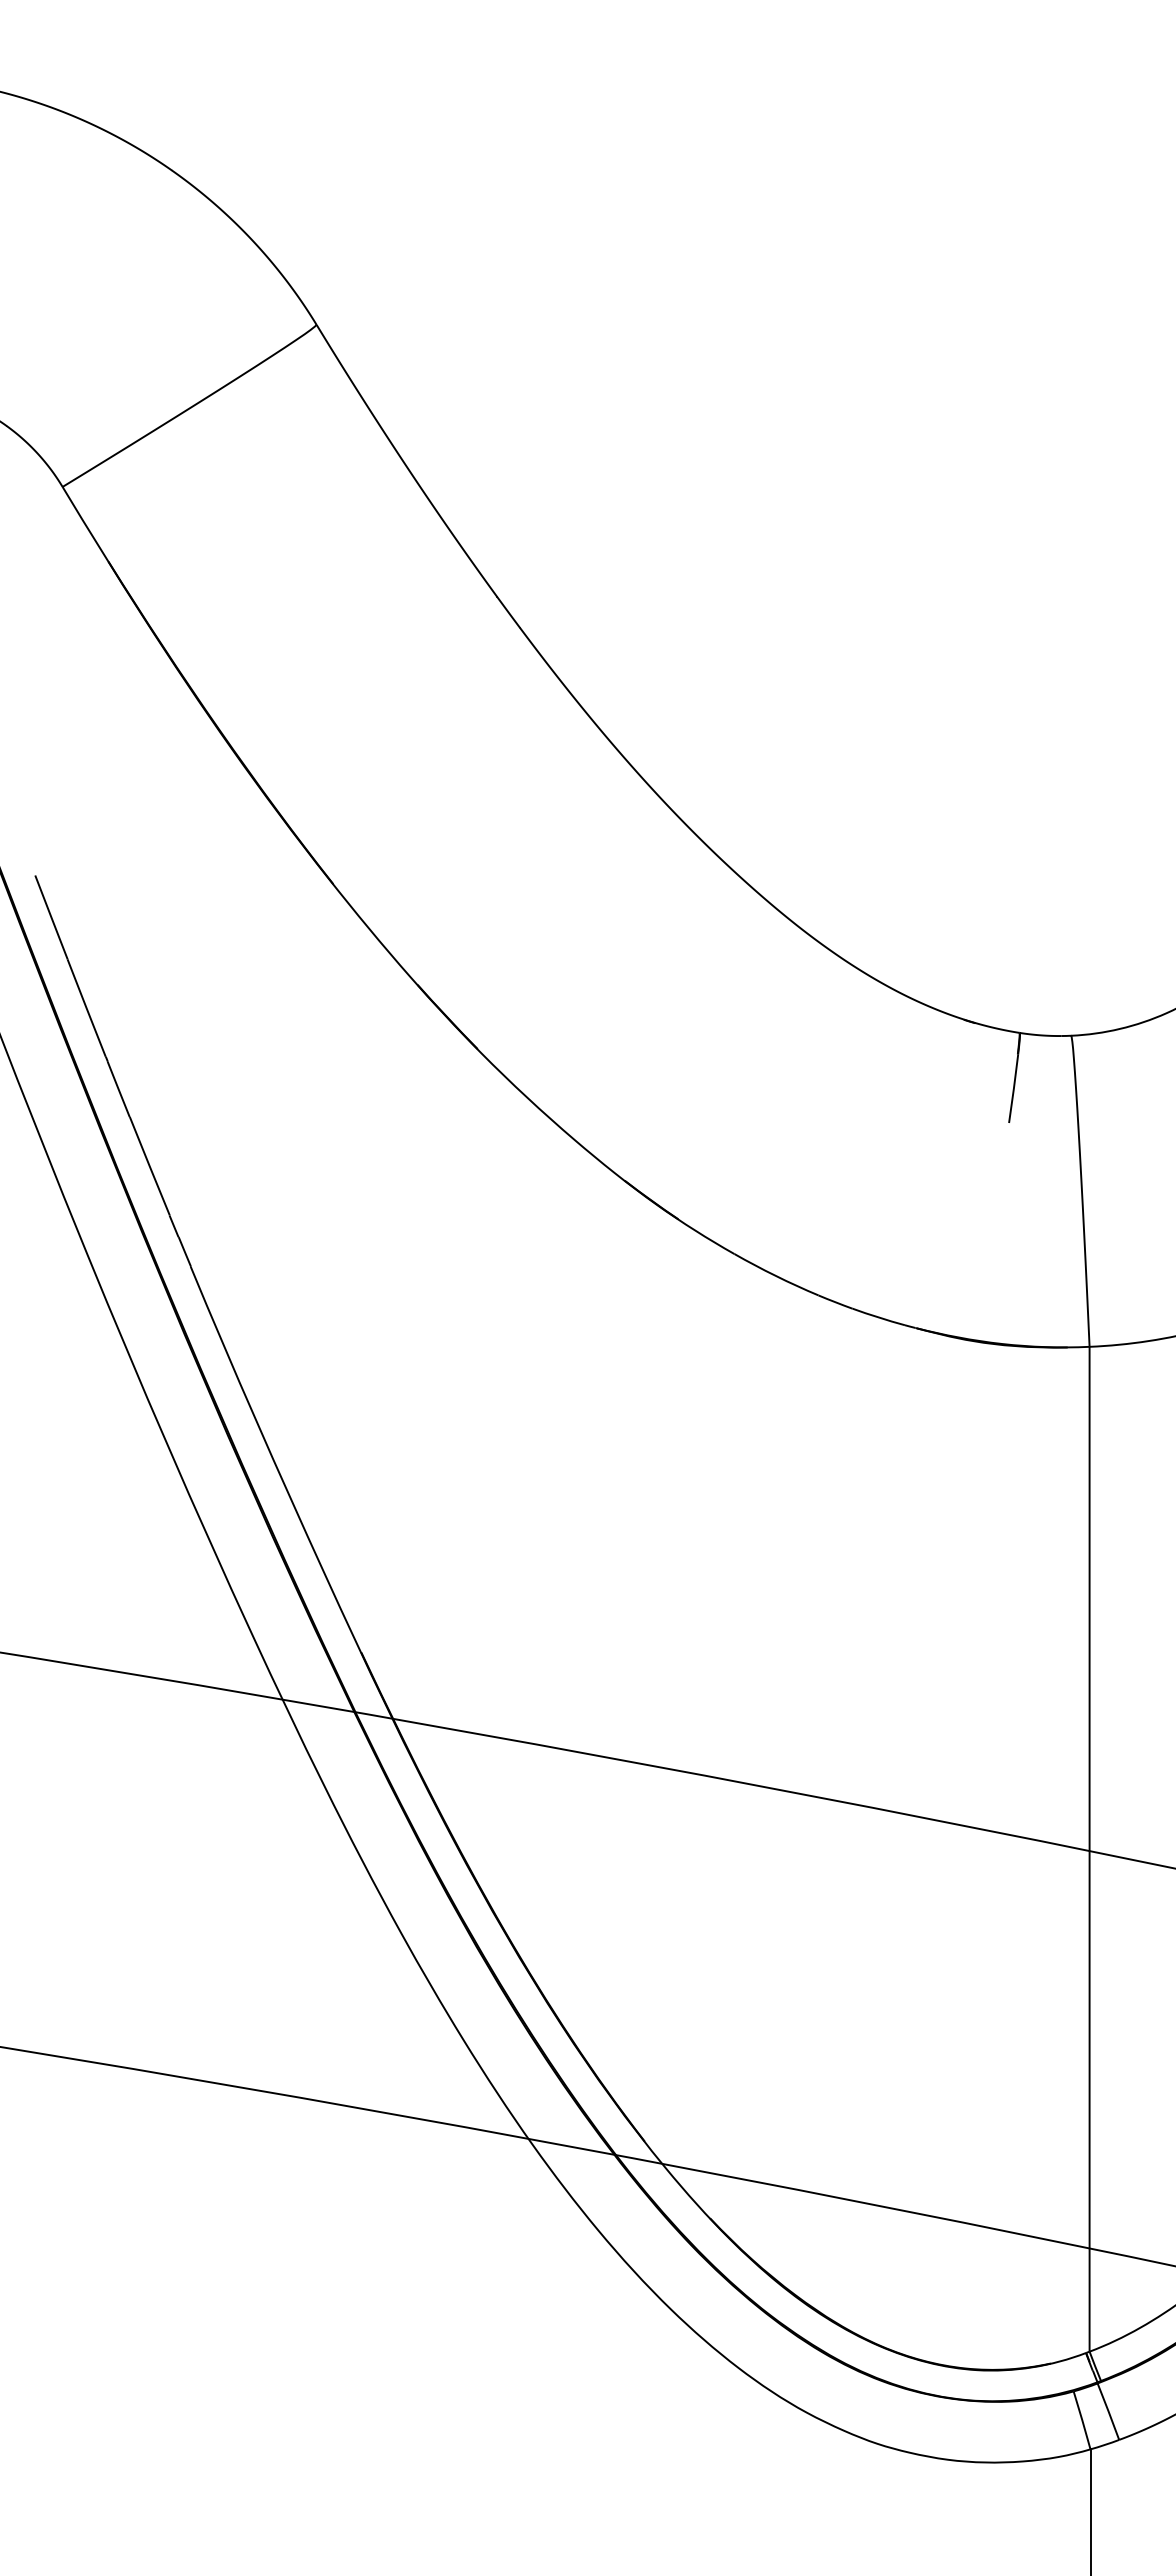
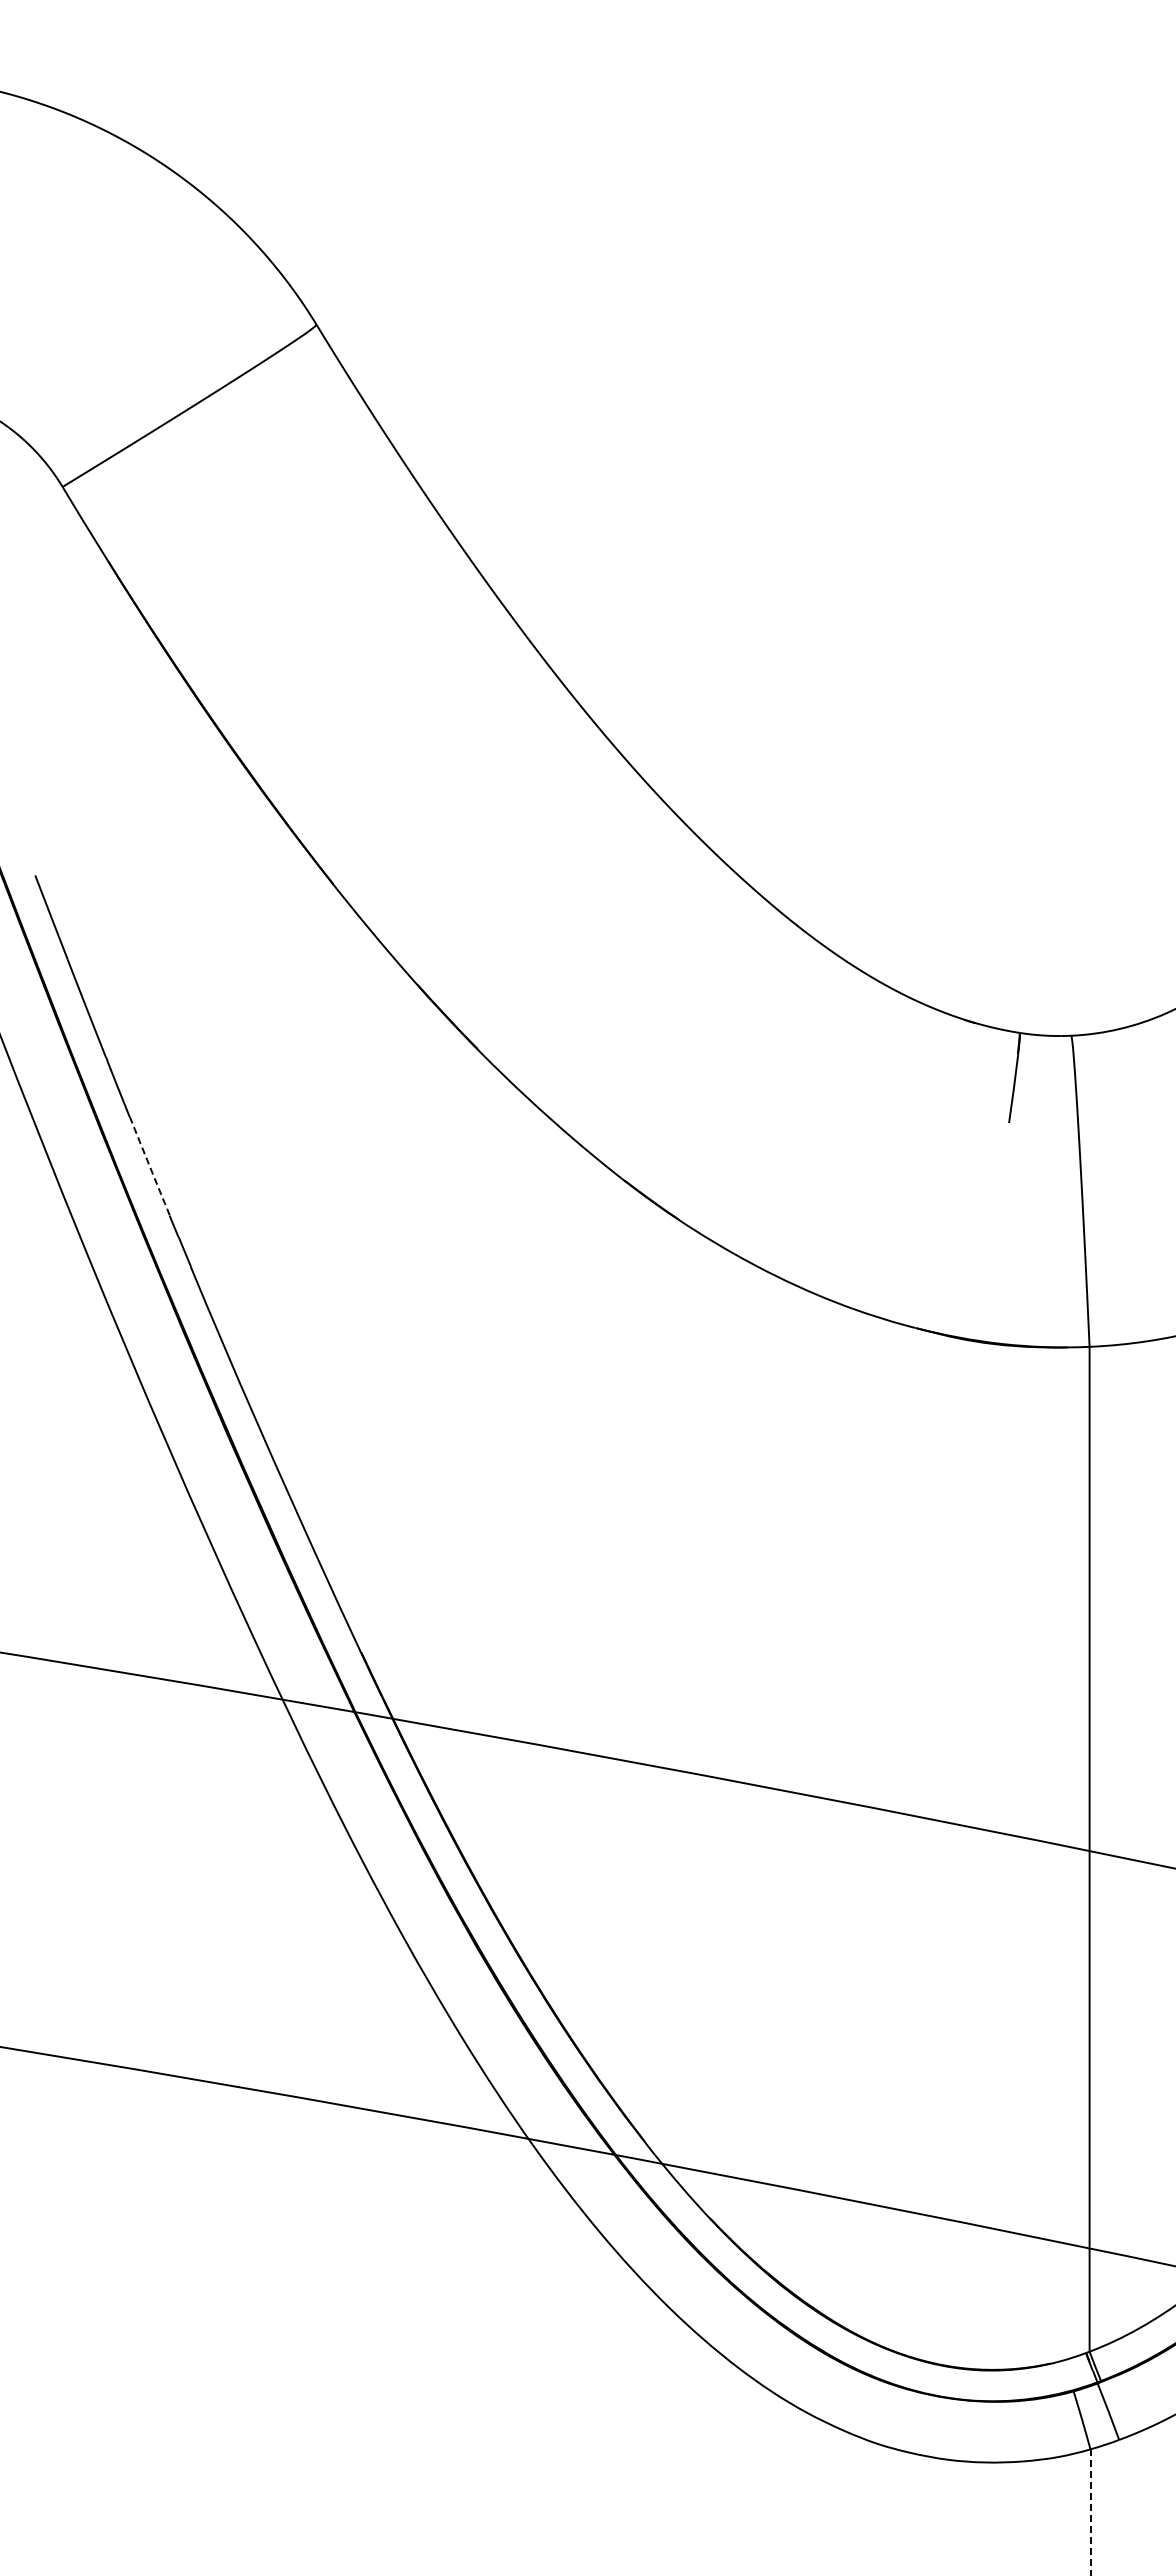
arc at (149, 1166): solid -> dashed
line at (1090, 2512): solid -> dashed
